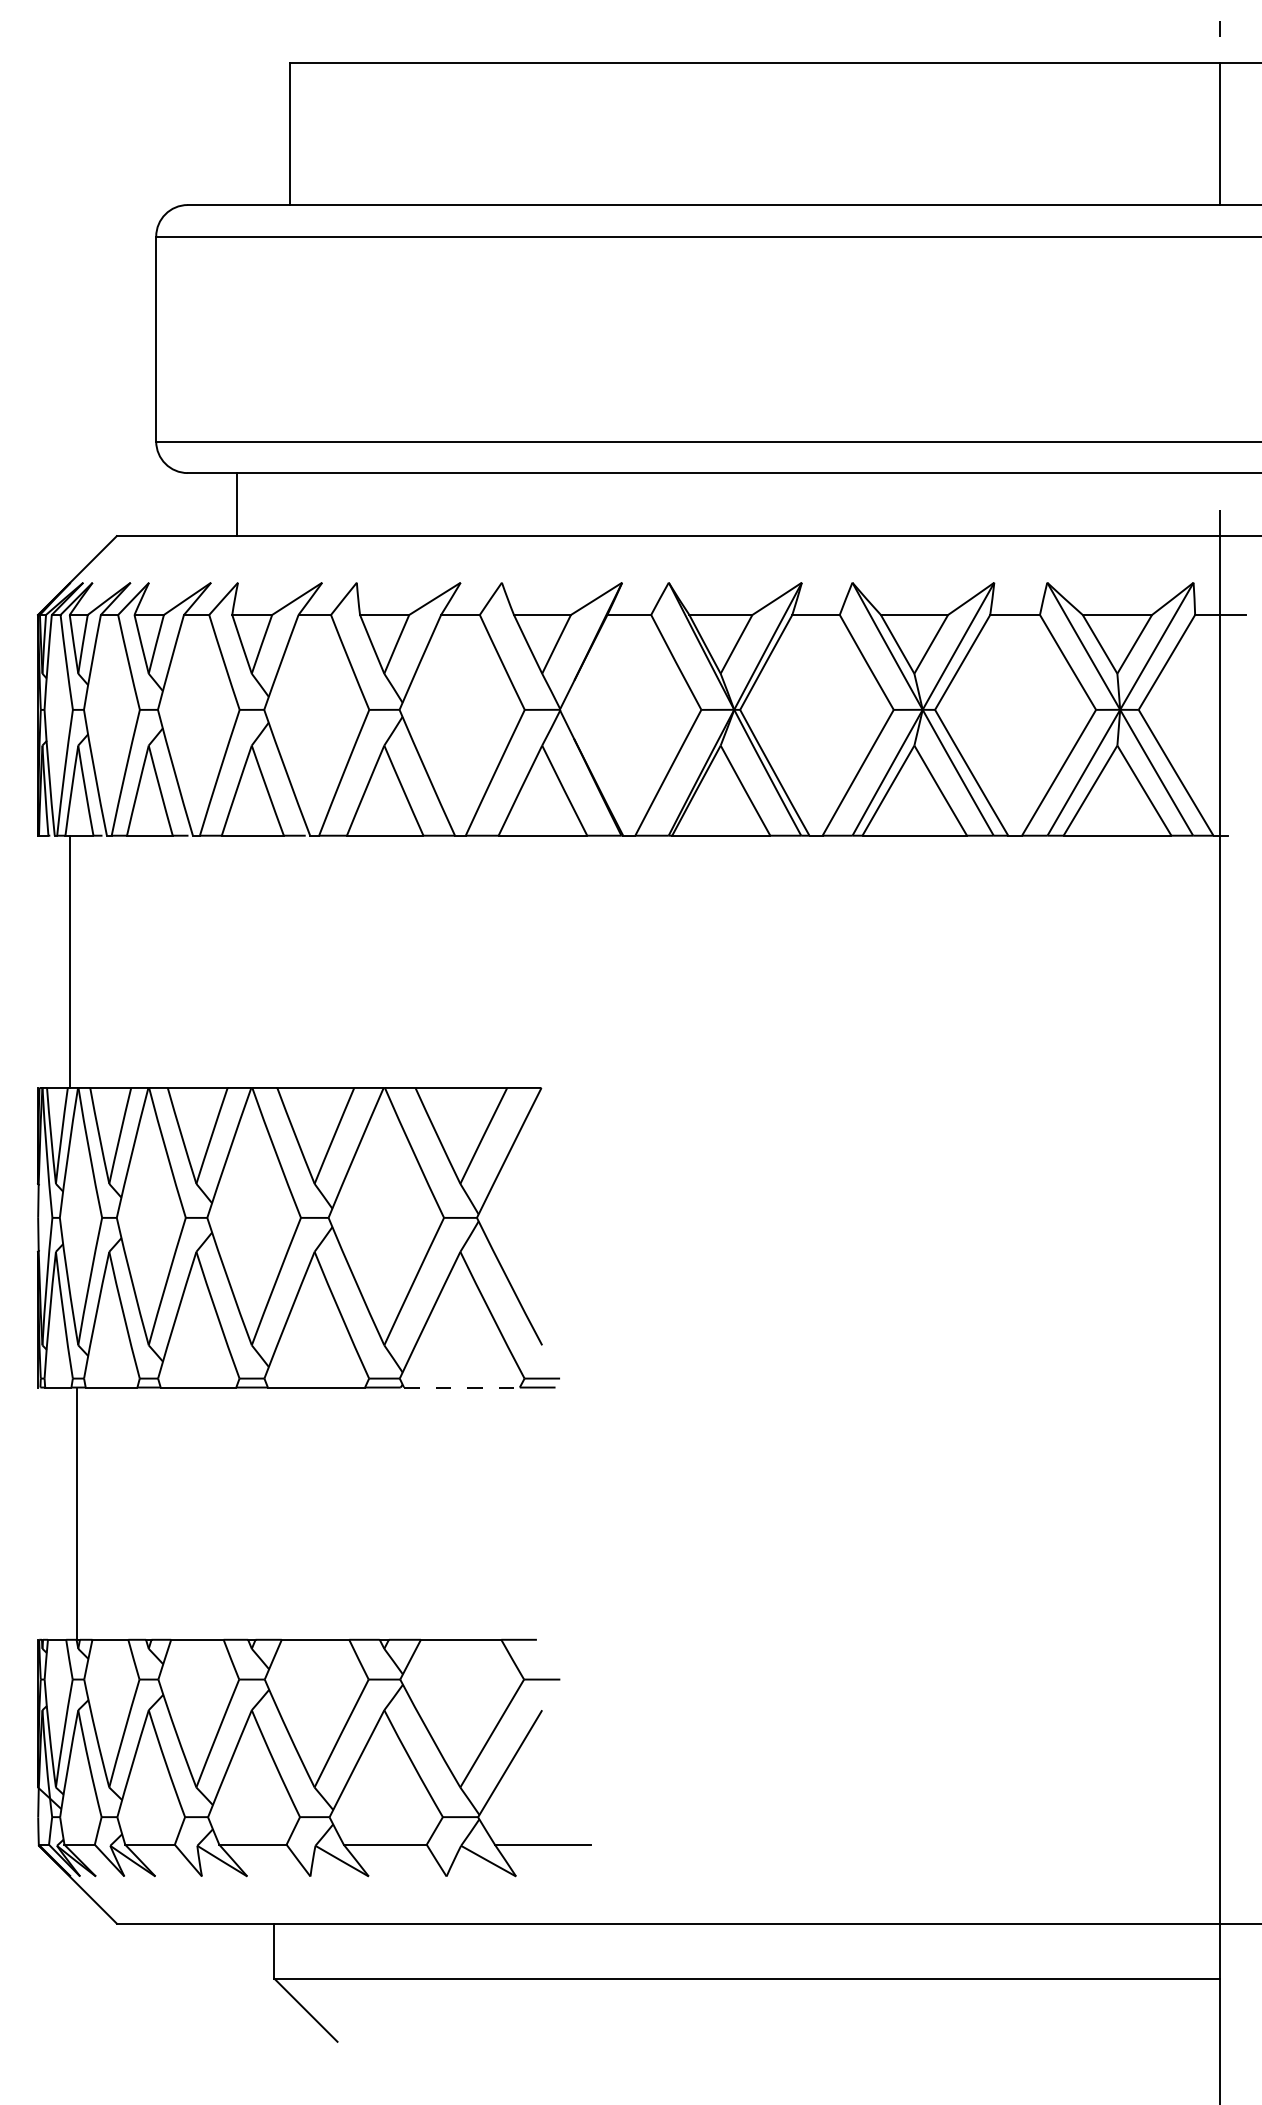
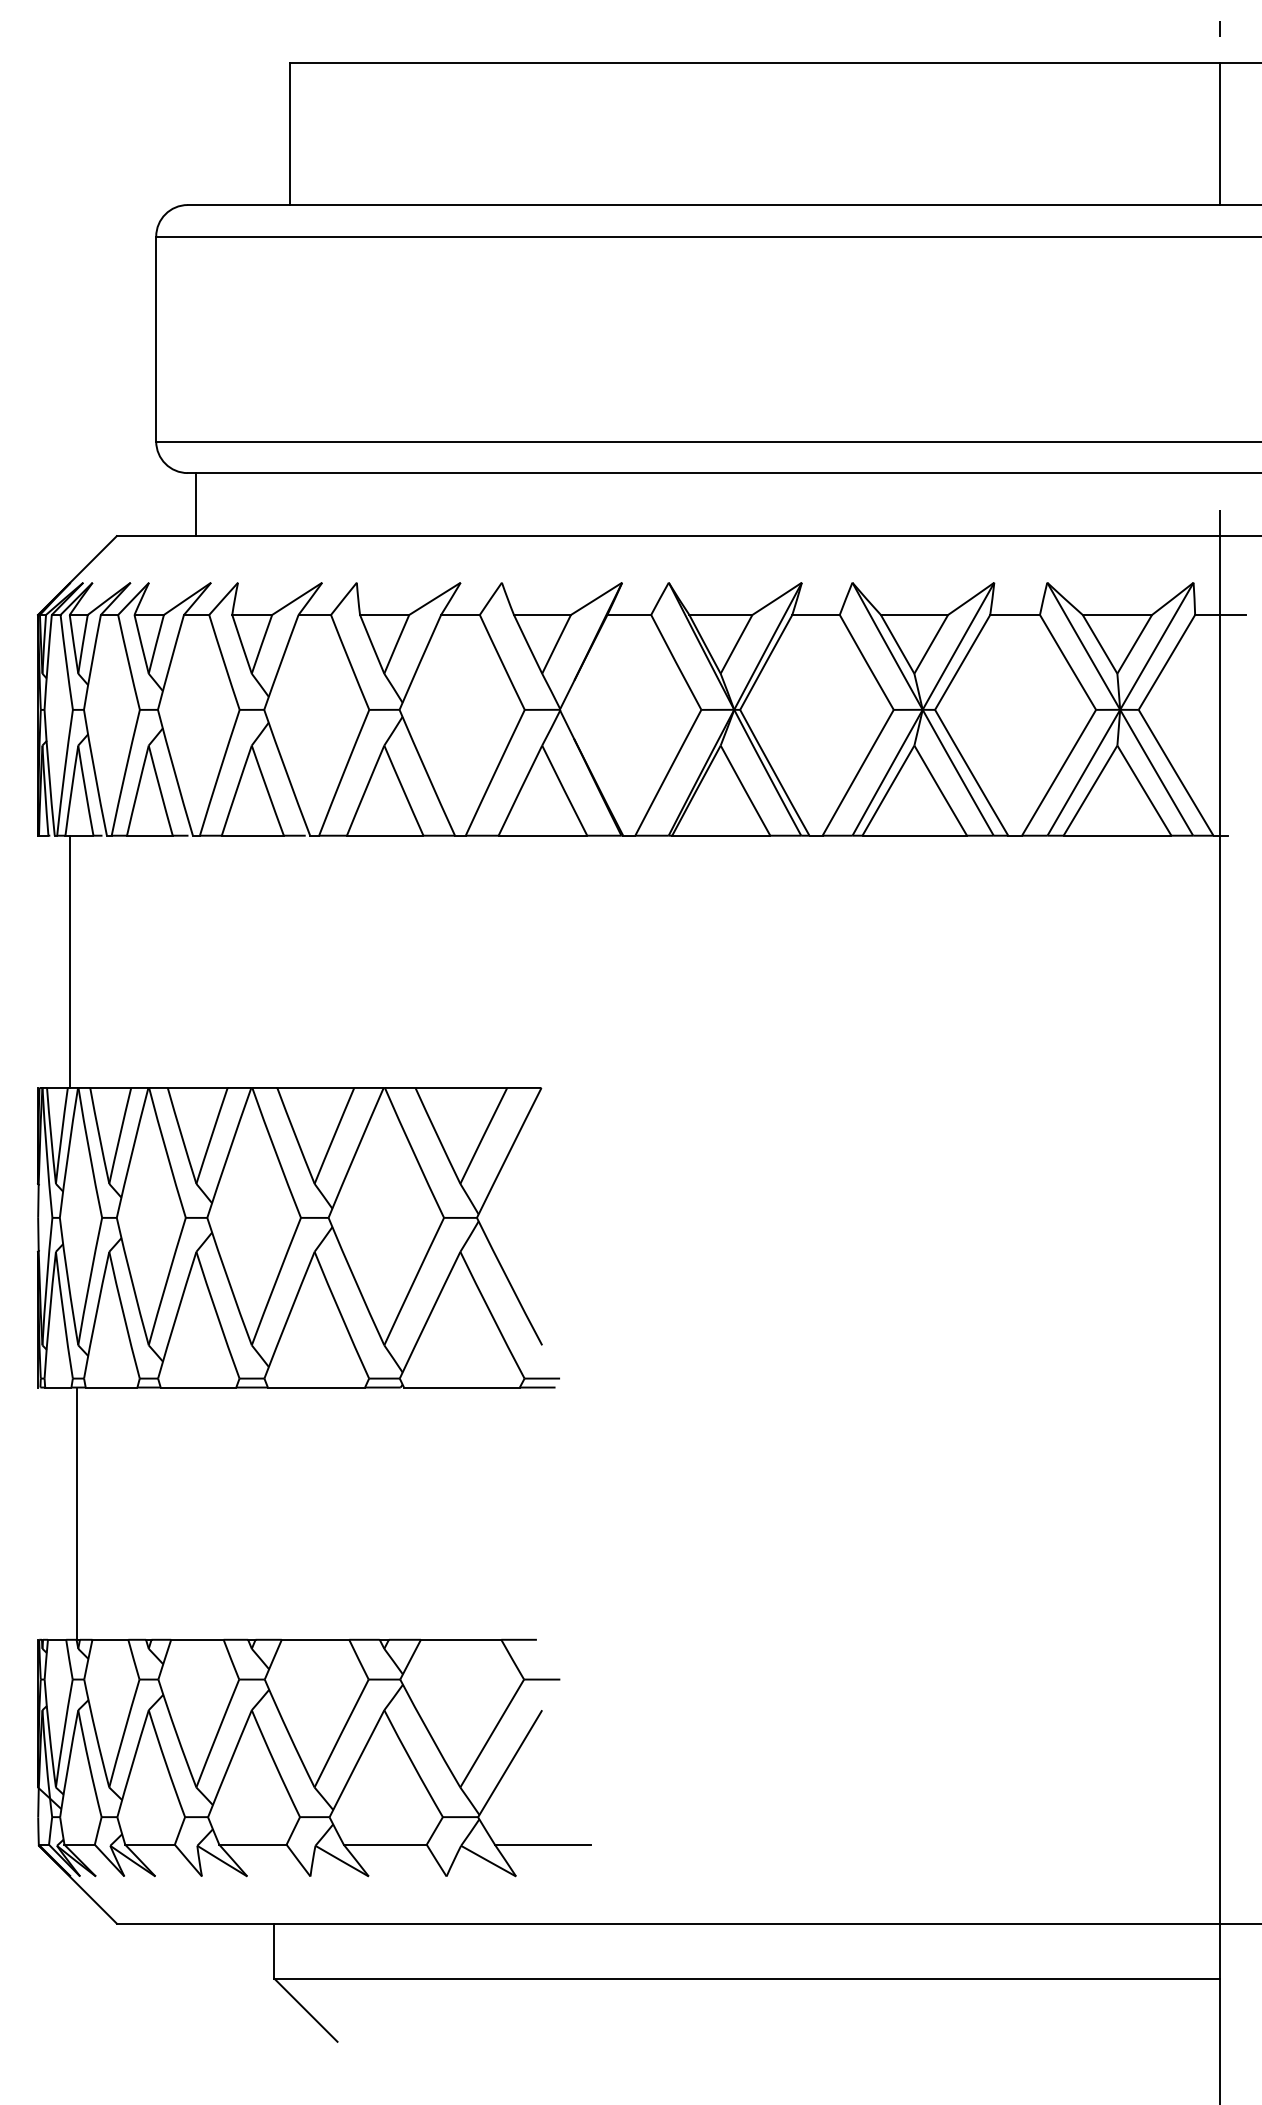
line at (236, 504) position: (236, 504) -> (195, 504)
line at (461, 1387): dashed -> solid
